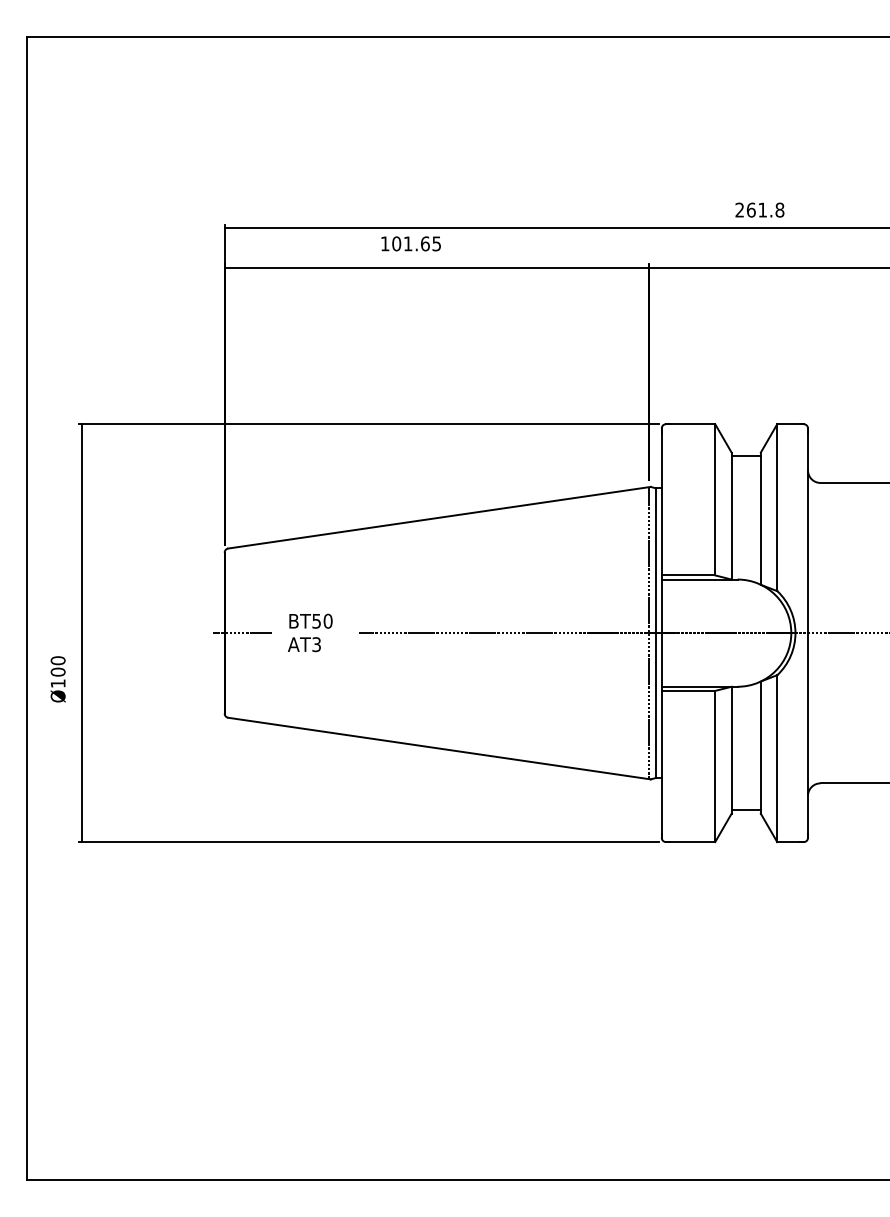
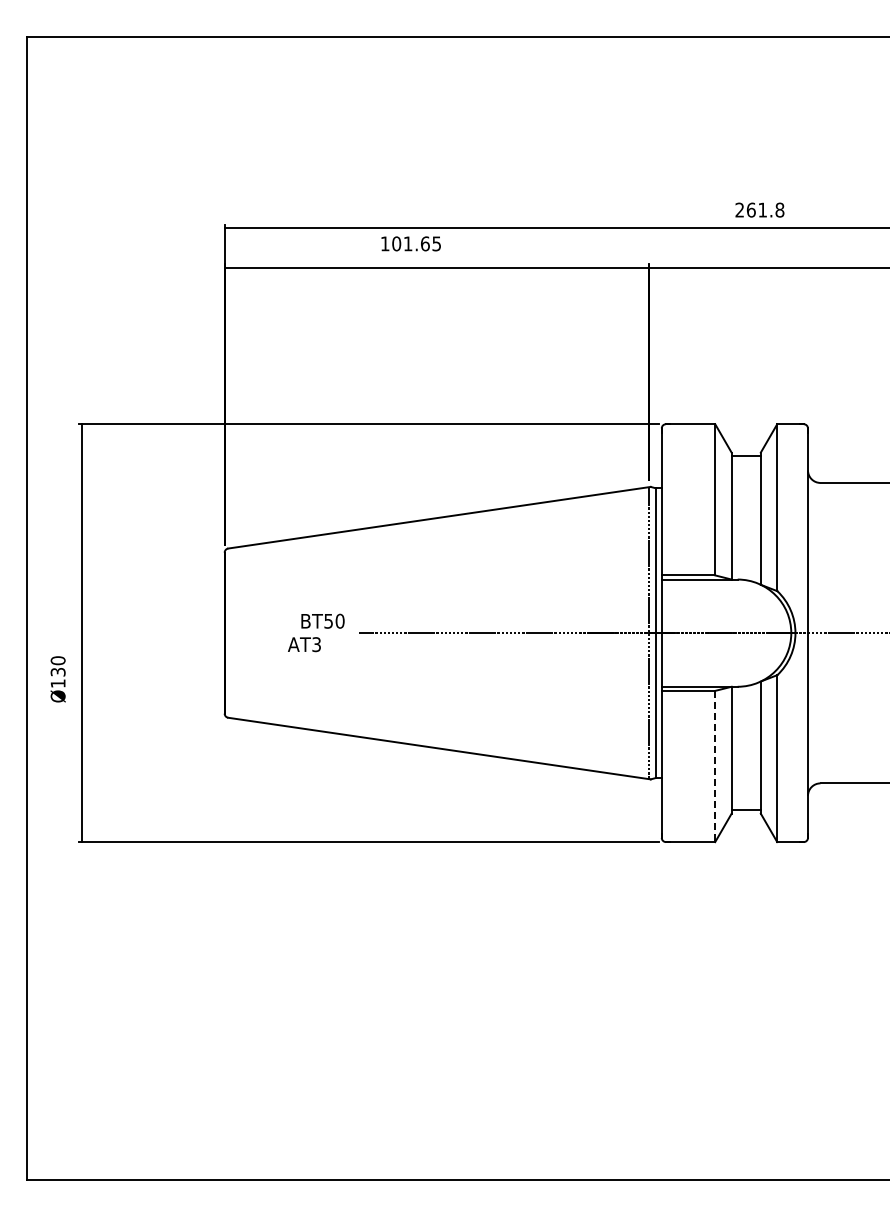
text at (310, 620) position: (310, 620) -> (322, 620)
line at (242, 633): present -> none
text at (57, 671): Ø100 -> Ø130
line at (715, 766): solid -> dashed
